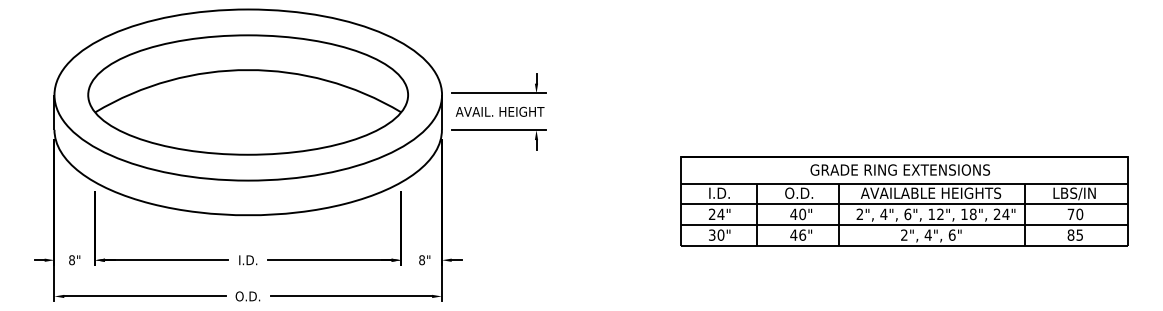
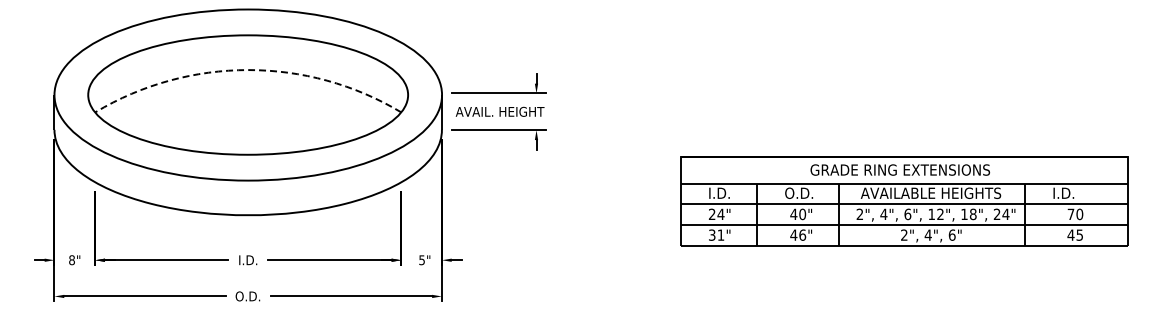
arc at (248, 70): solid -> dashed
text at (1074, 193): LBS/IN -> I.D.
text at (720, 234): 30" -> 31"
text at (1070, 234): 85 -> 45
text at (422, 260): 8" -> 5"
